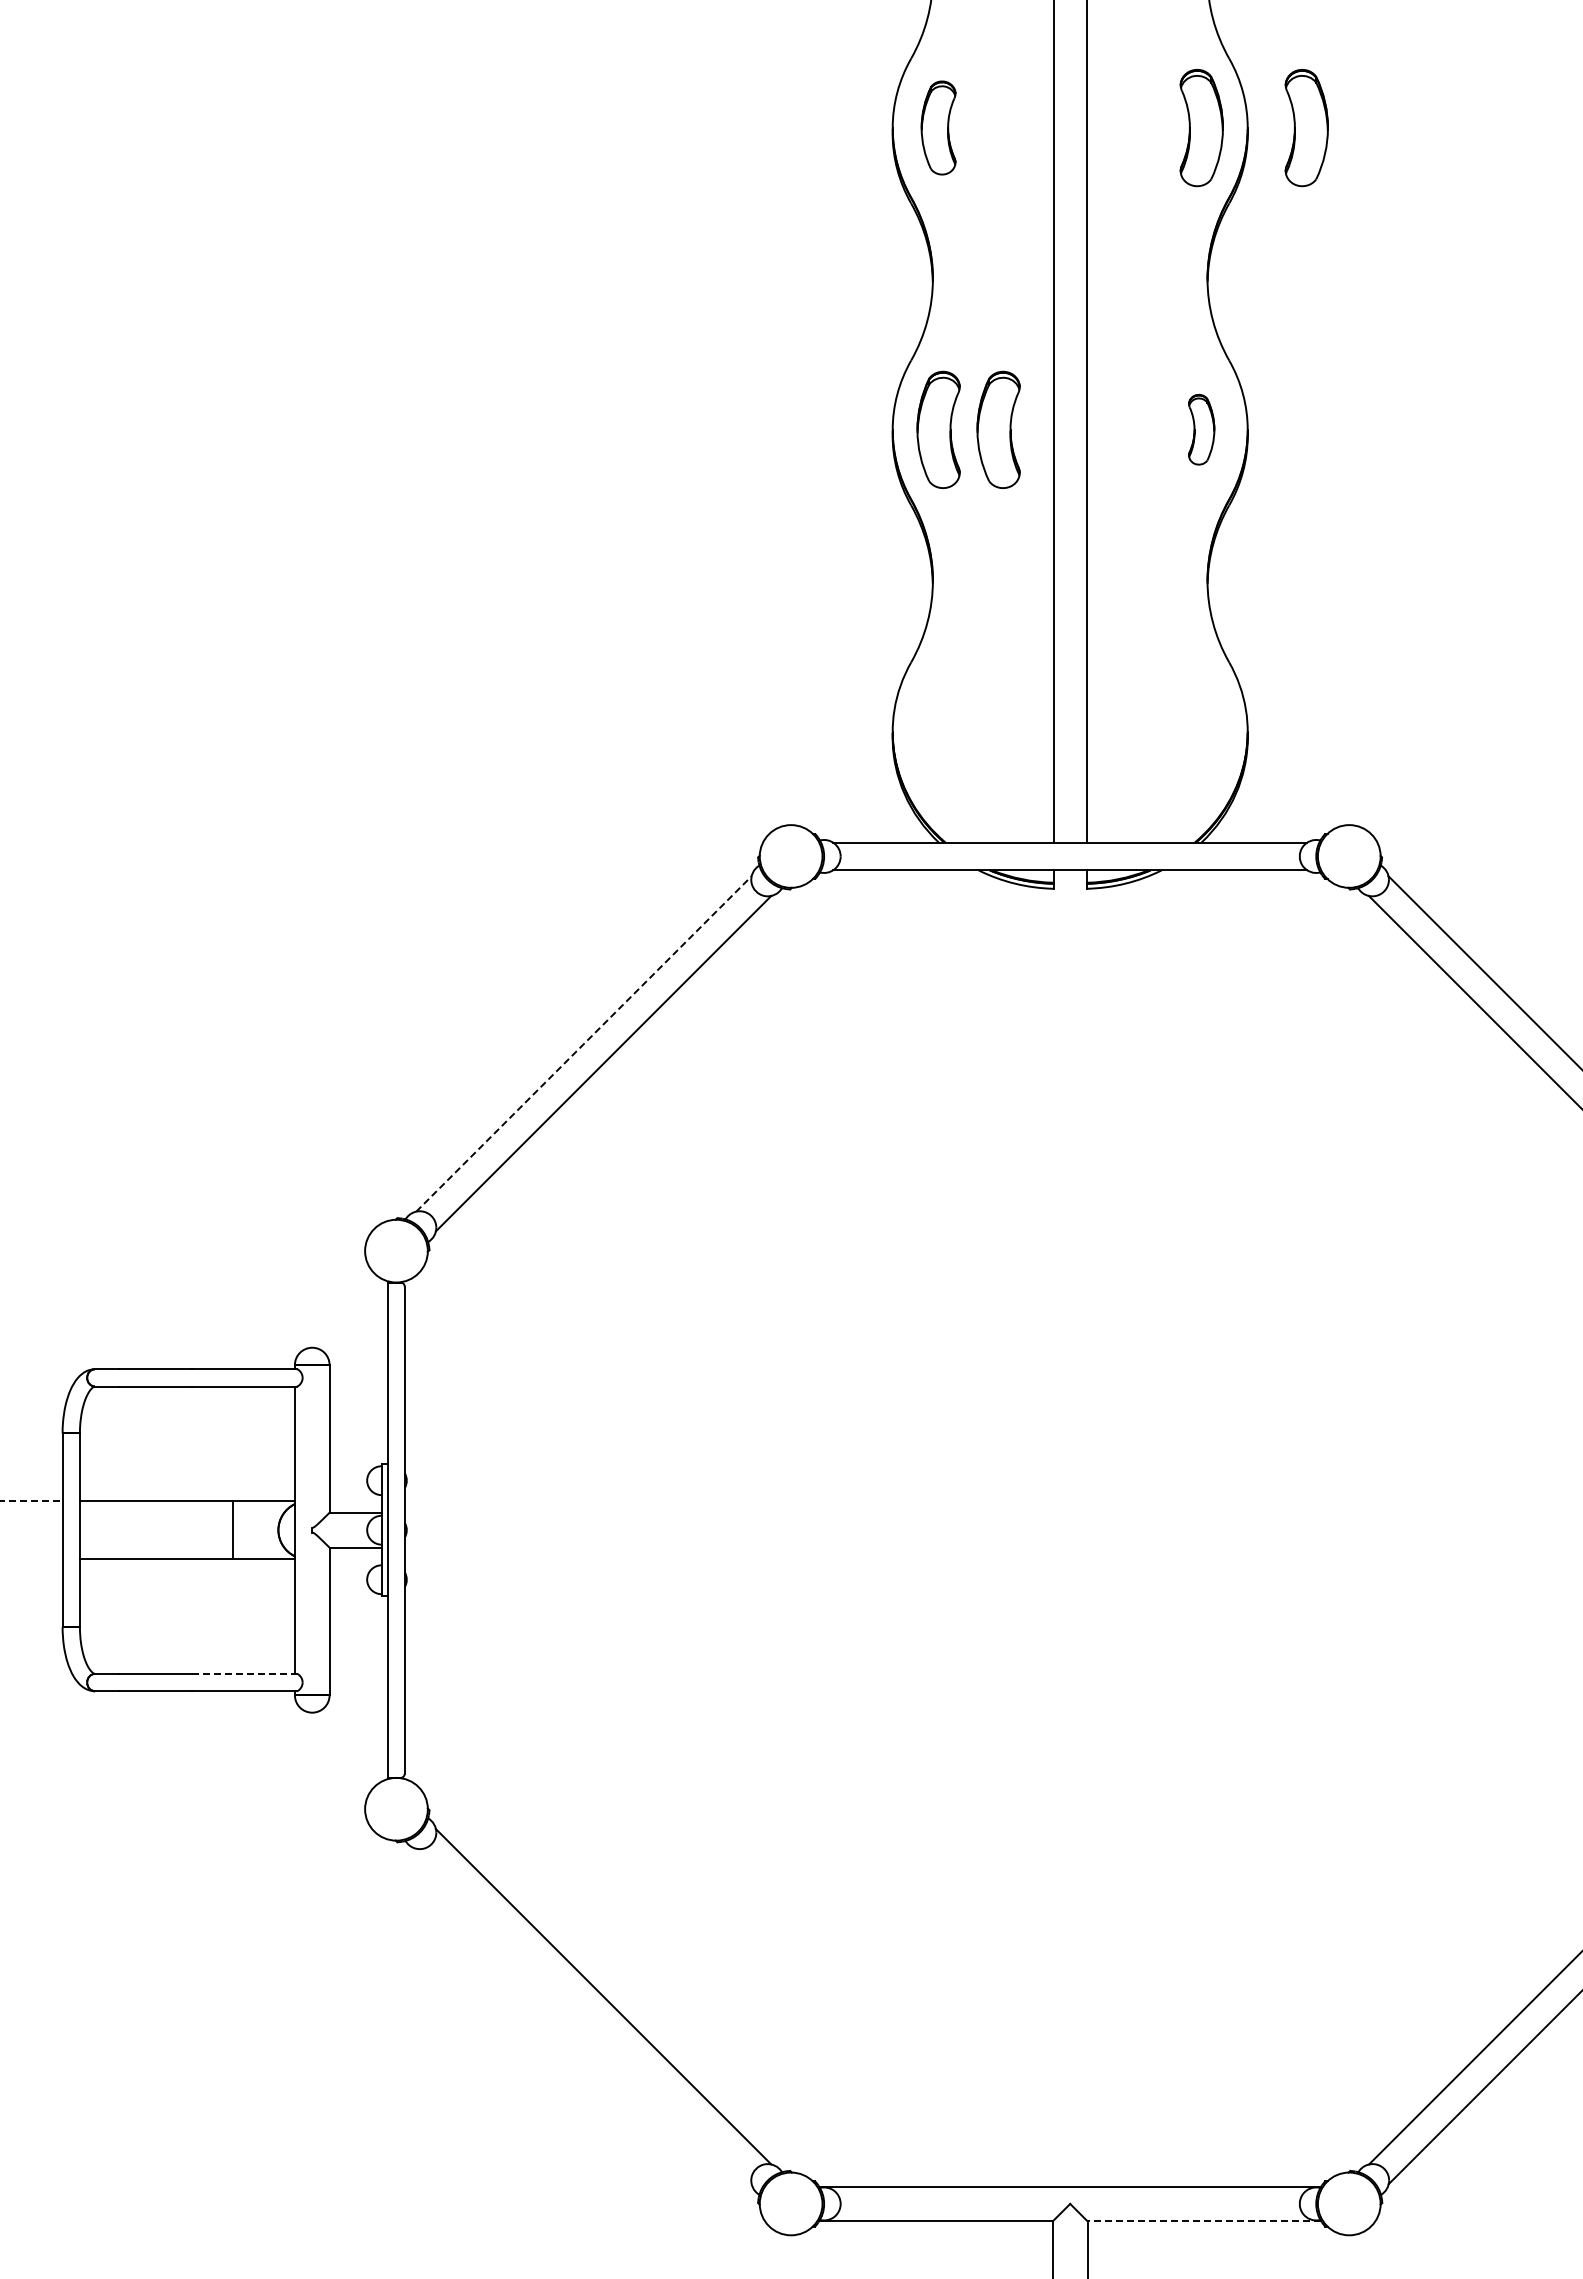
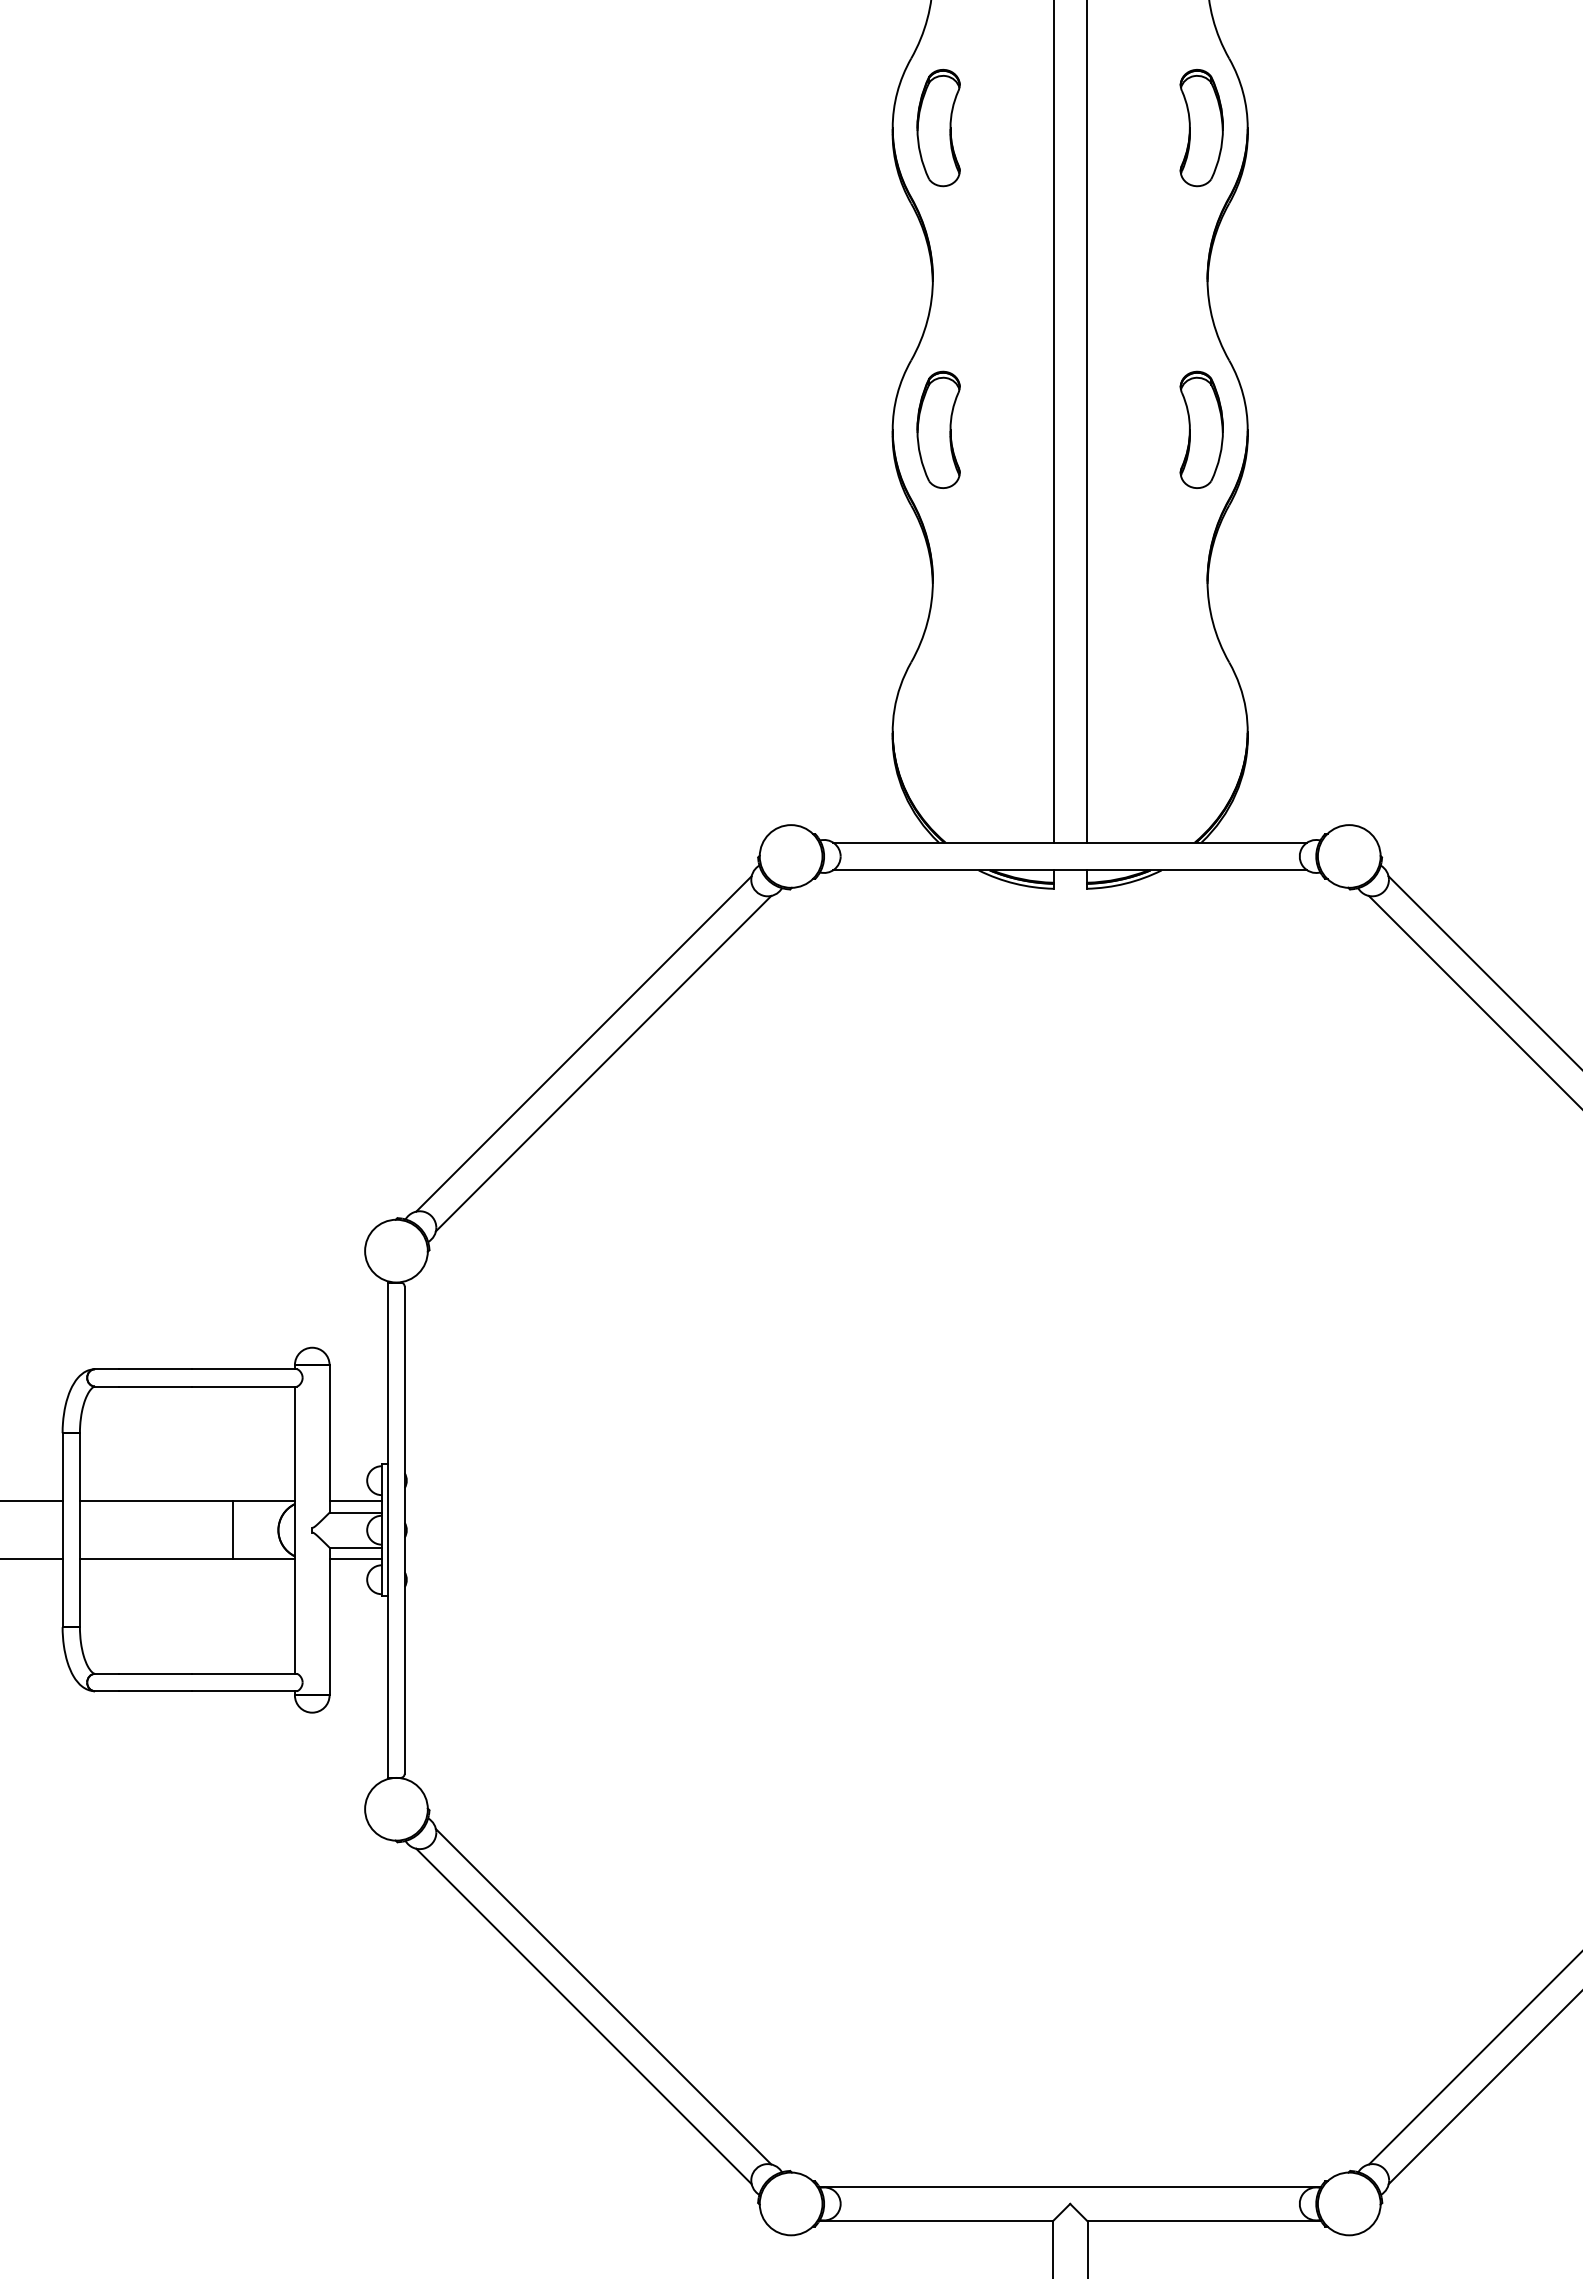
part at (938, 127) size: 37x96 px -> 45x120 px
part at (1306, 128): present -> none
part at (998, 429): present -> none
part at (1201, 429) size: 28x73 px -> 45x119 px
line at (584, 1043): dashed -> solid
line at (31, 1501): dashed -> solid
line at (355, 1501): none -> present
line at (32, 1559): none -> present
line at (355, 1559): none -> present
line at (245, 1673): dashed -> solid
line at (583, 2016): none -> present
line at (1204, 2221): dashed -> solid
